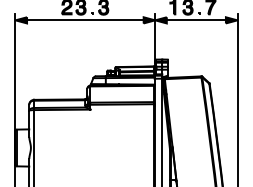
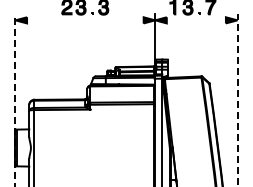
line at (85, 20): present -> none
line at (195, 20): present -> none
line at (15, 100): solid -> dashed
line at (237, 100): solid -> dashed
